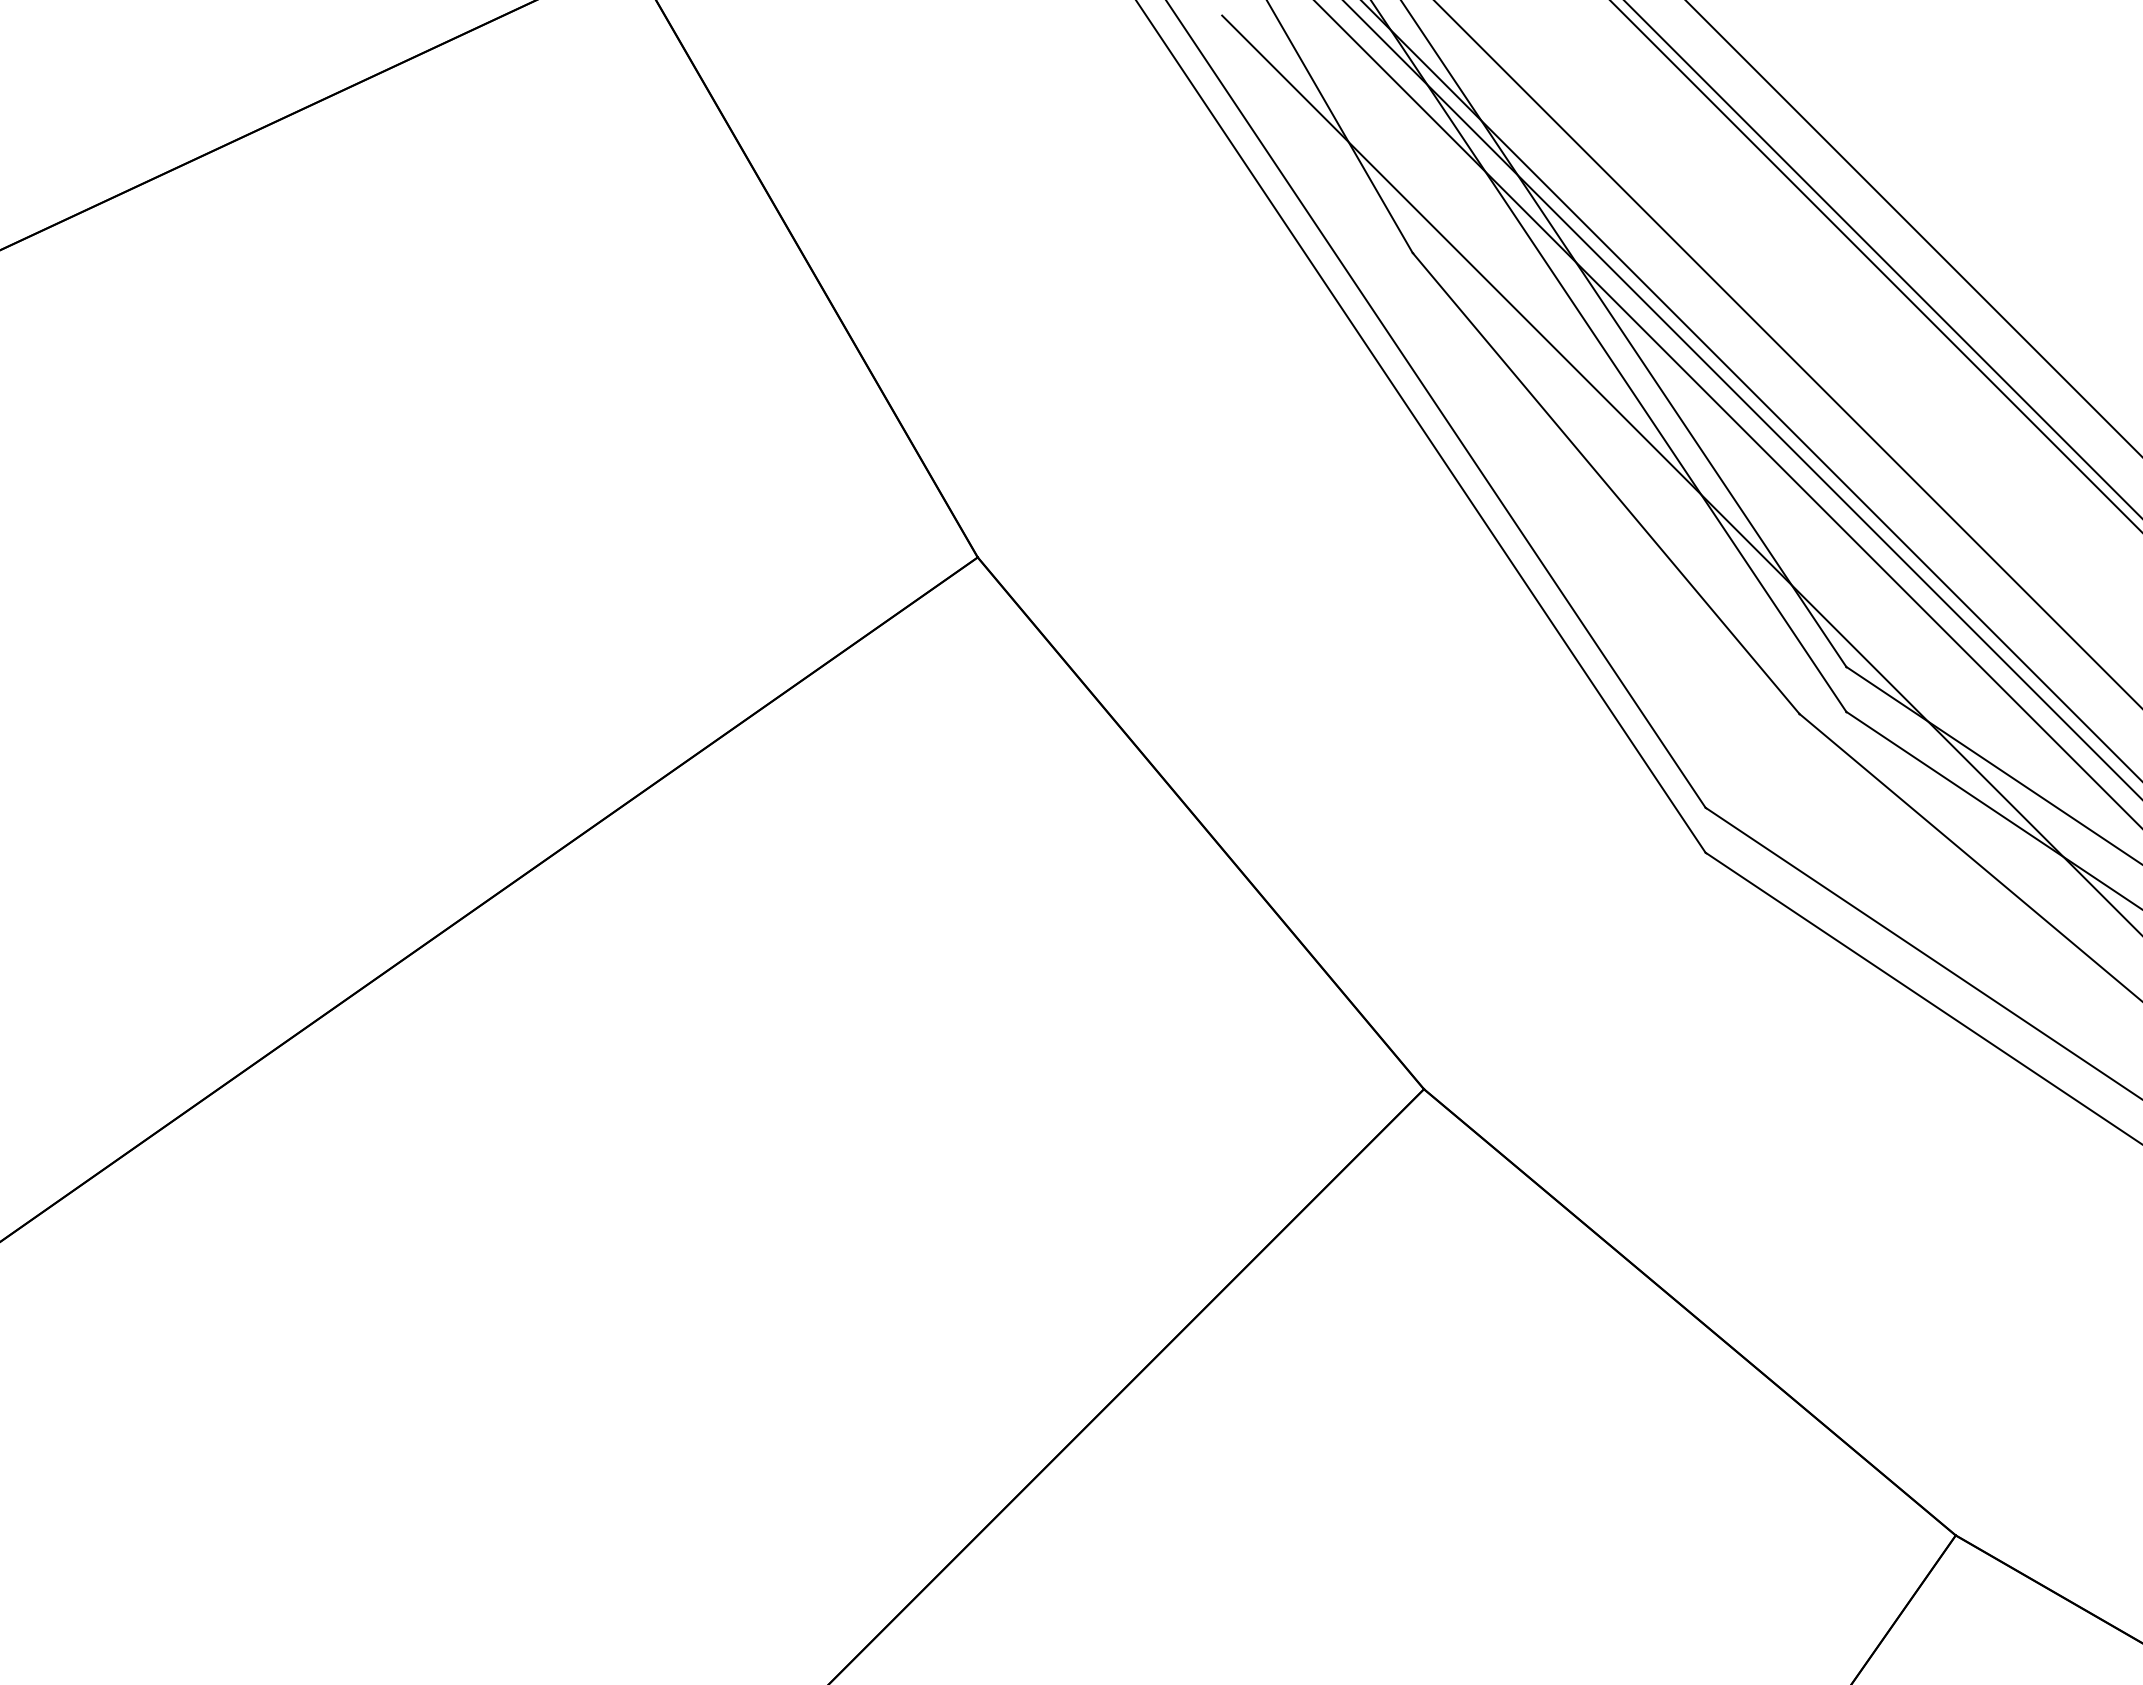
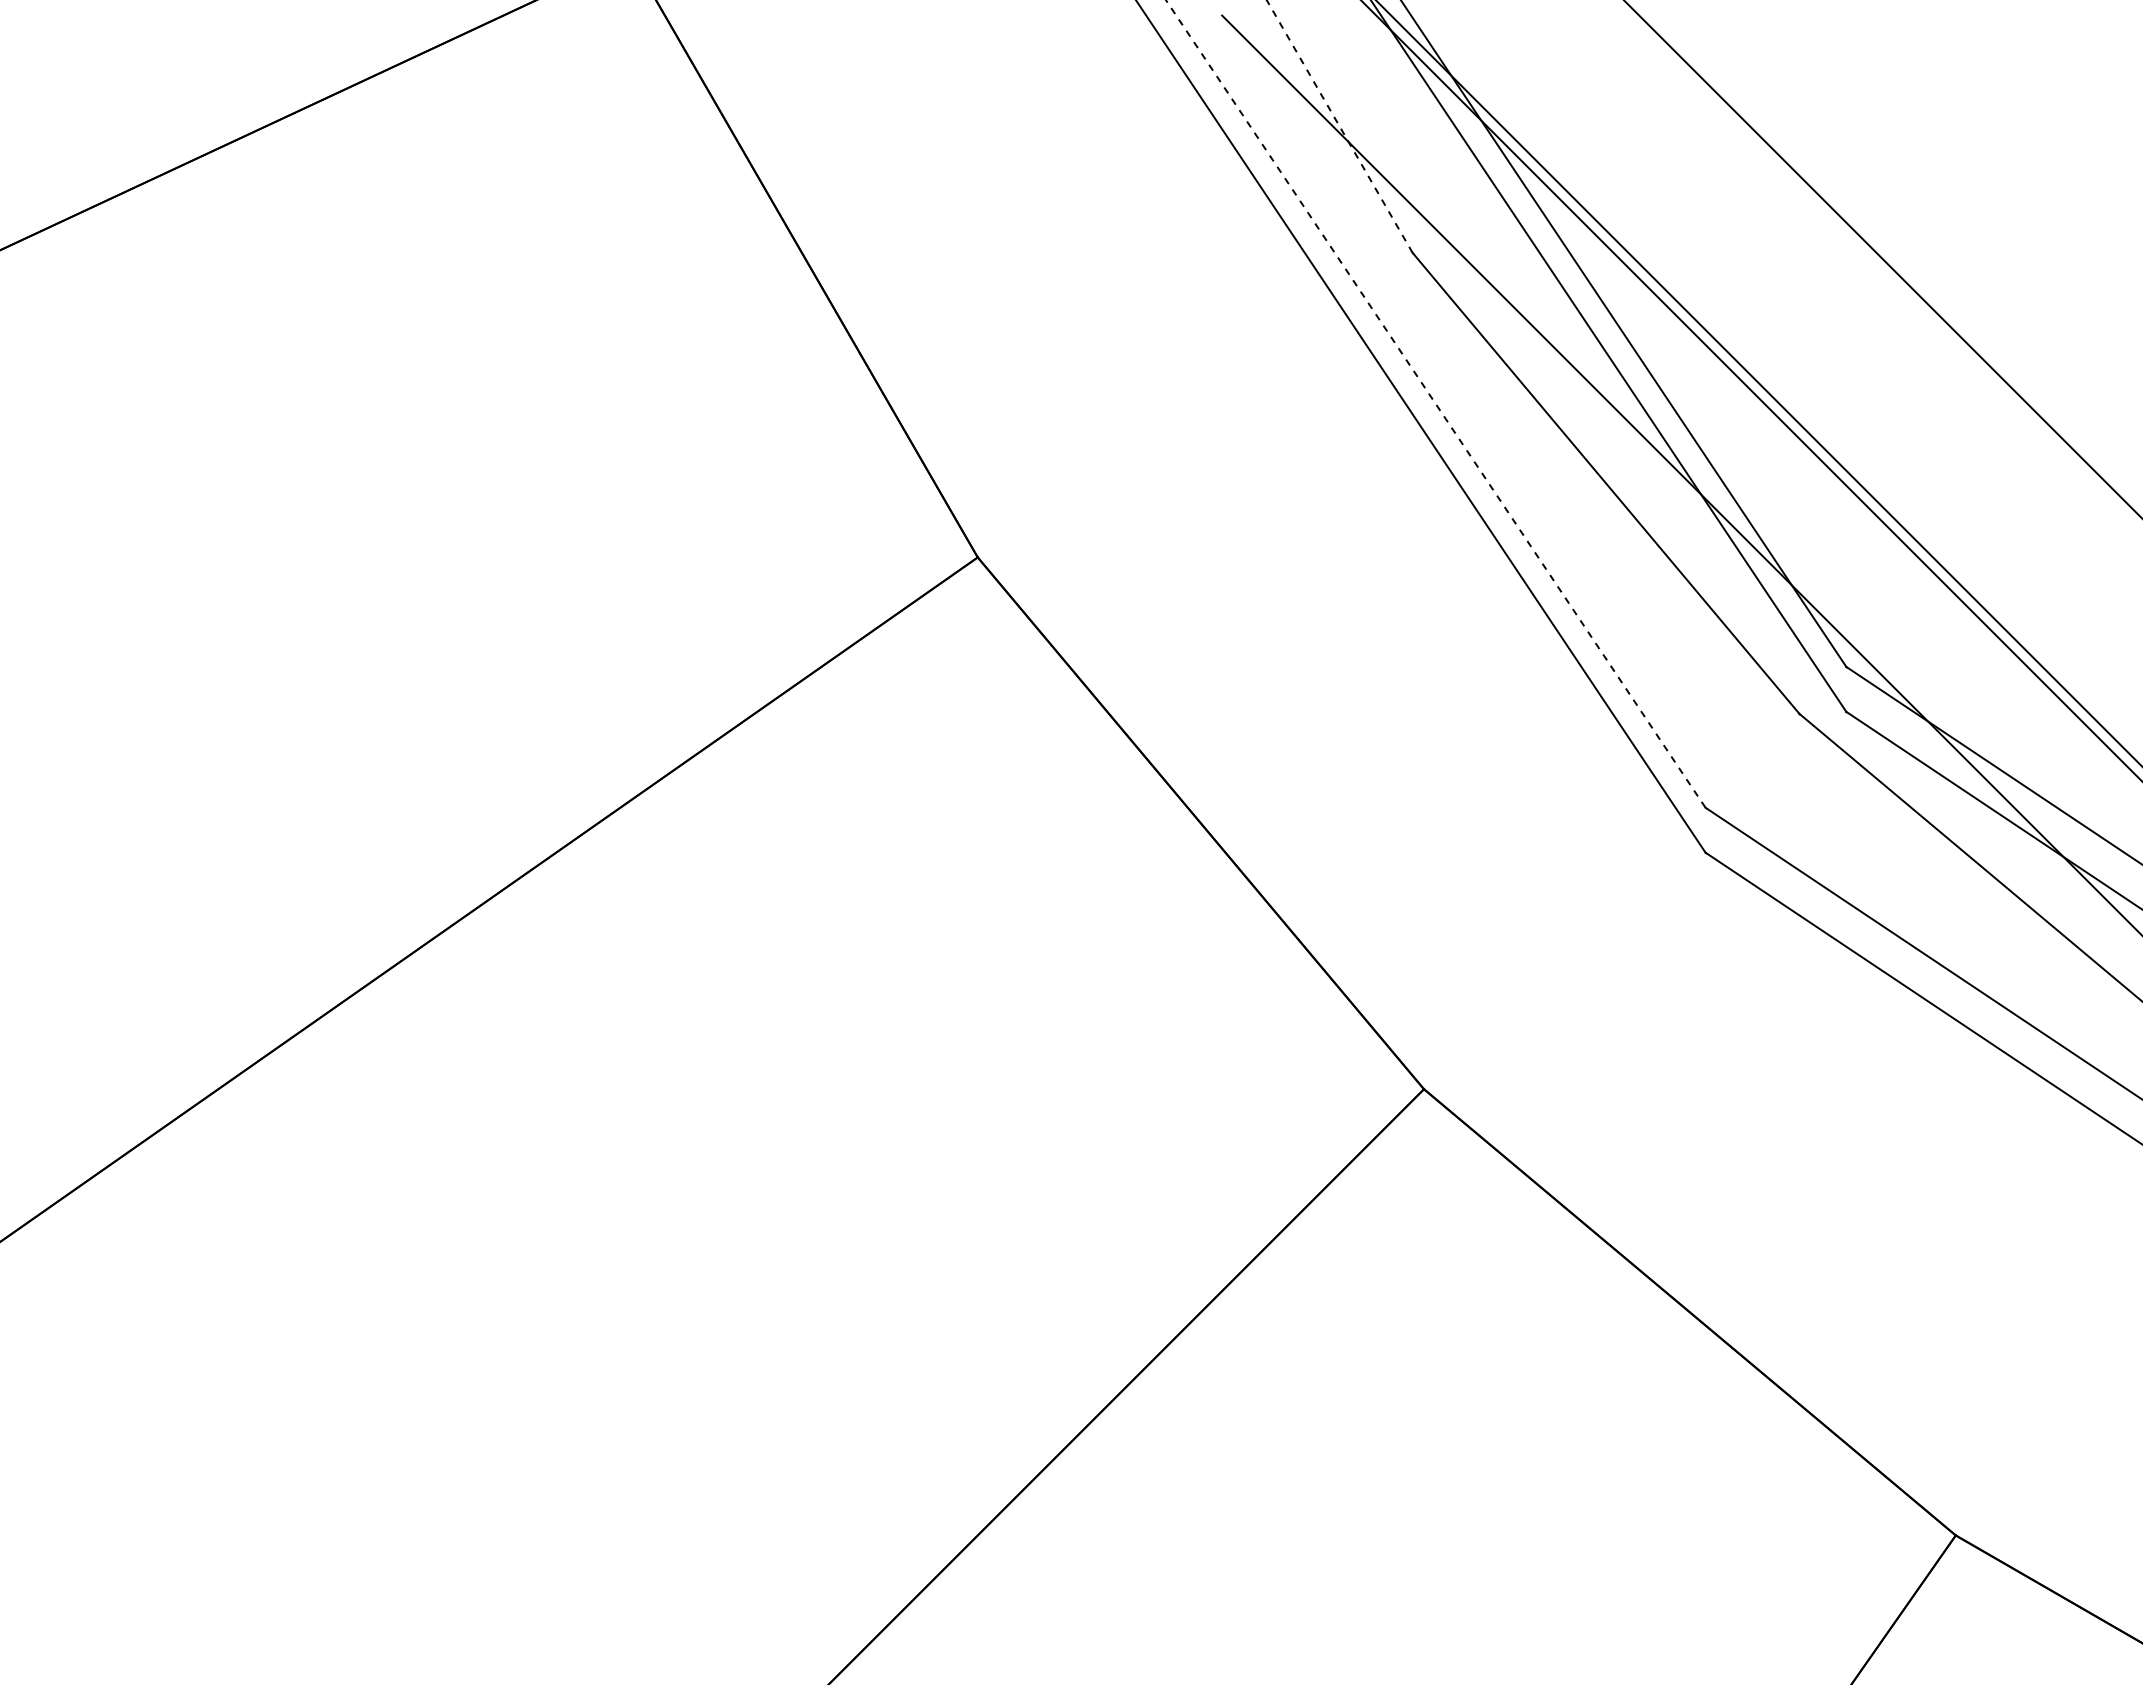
line at (1339, 126): solid -> dashed
line at (1913, 228): present -> none
line at (1875, 265): present -> none
line at (1787, 353) position: (1787, 353) -> (1758, 382)
line at (1742, 399): present -> none
line at (1435, 403): solid -> dashed
line at (1727, 413): present -> none
